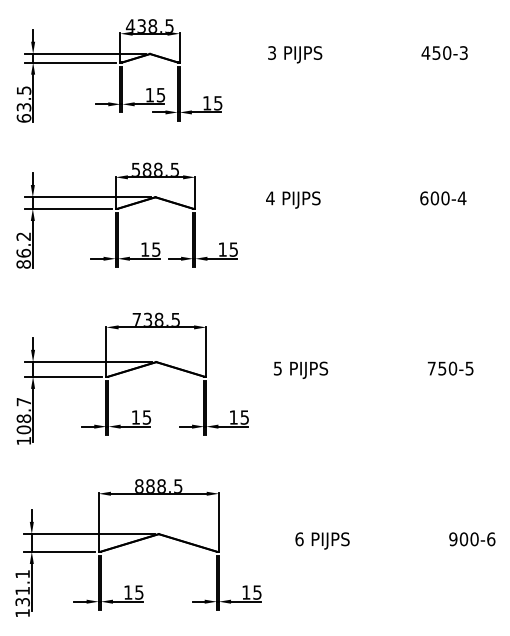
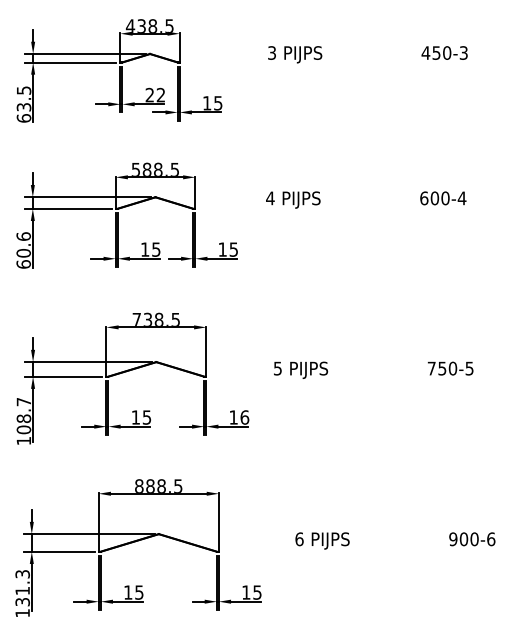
text at (155, 94): 15 -> 22
text at (23, 250): 86.2 -> 60.6
text at (244, 417): 15 -> 16
text at (22, 574): 131.1 -> 131.3
